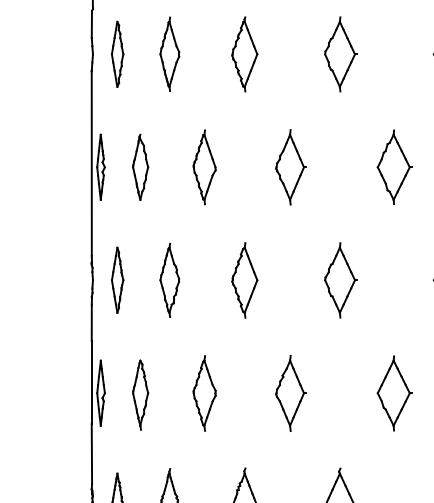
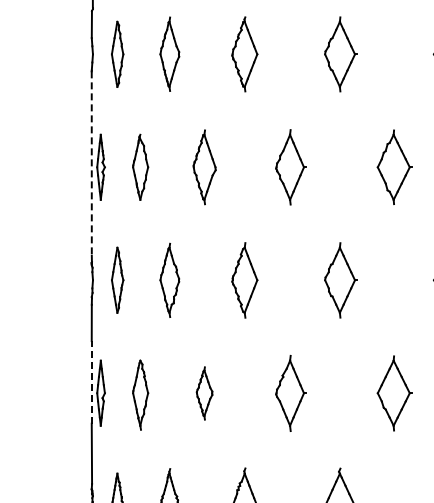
line at (91, 164): solid -> dashed
line at (91, 381): solid -> dashed
part at (204, 393) size: 25x77 px -> 19x55 px
